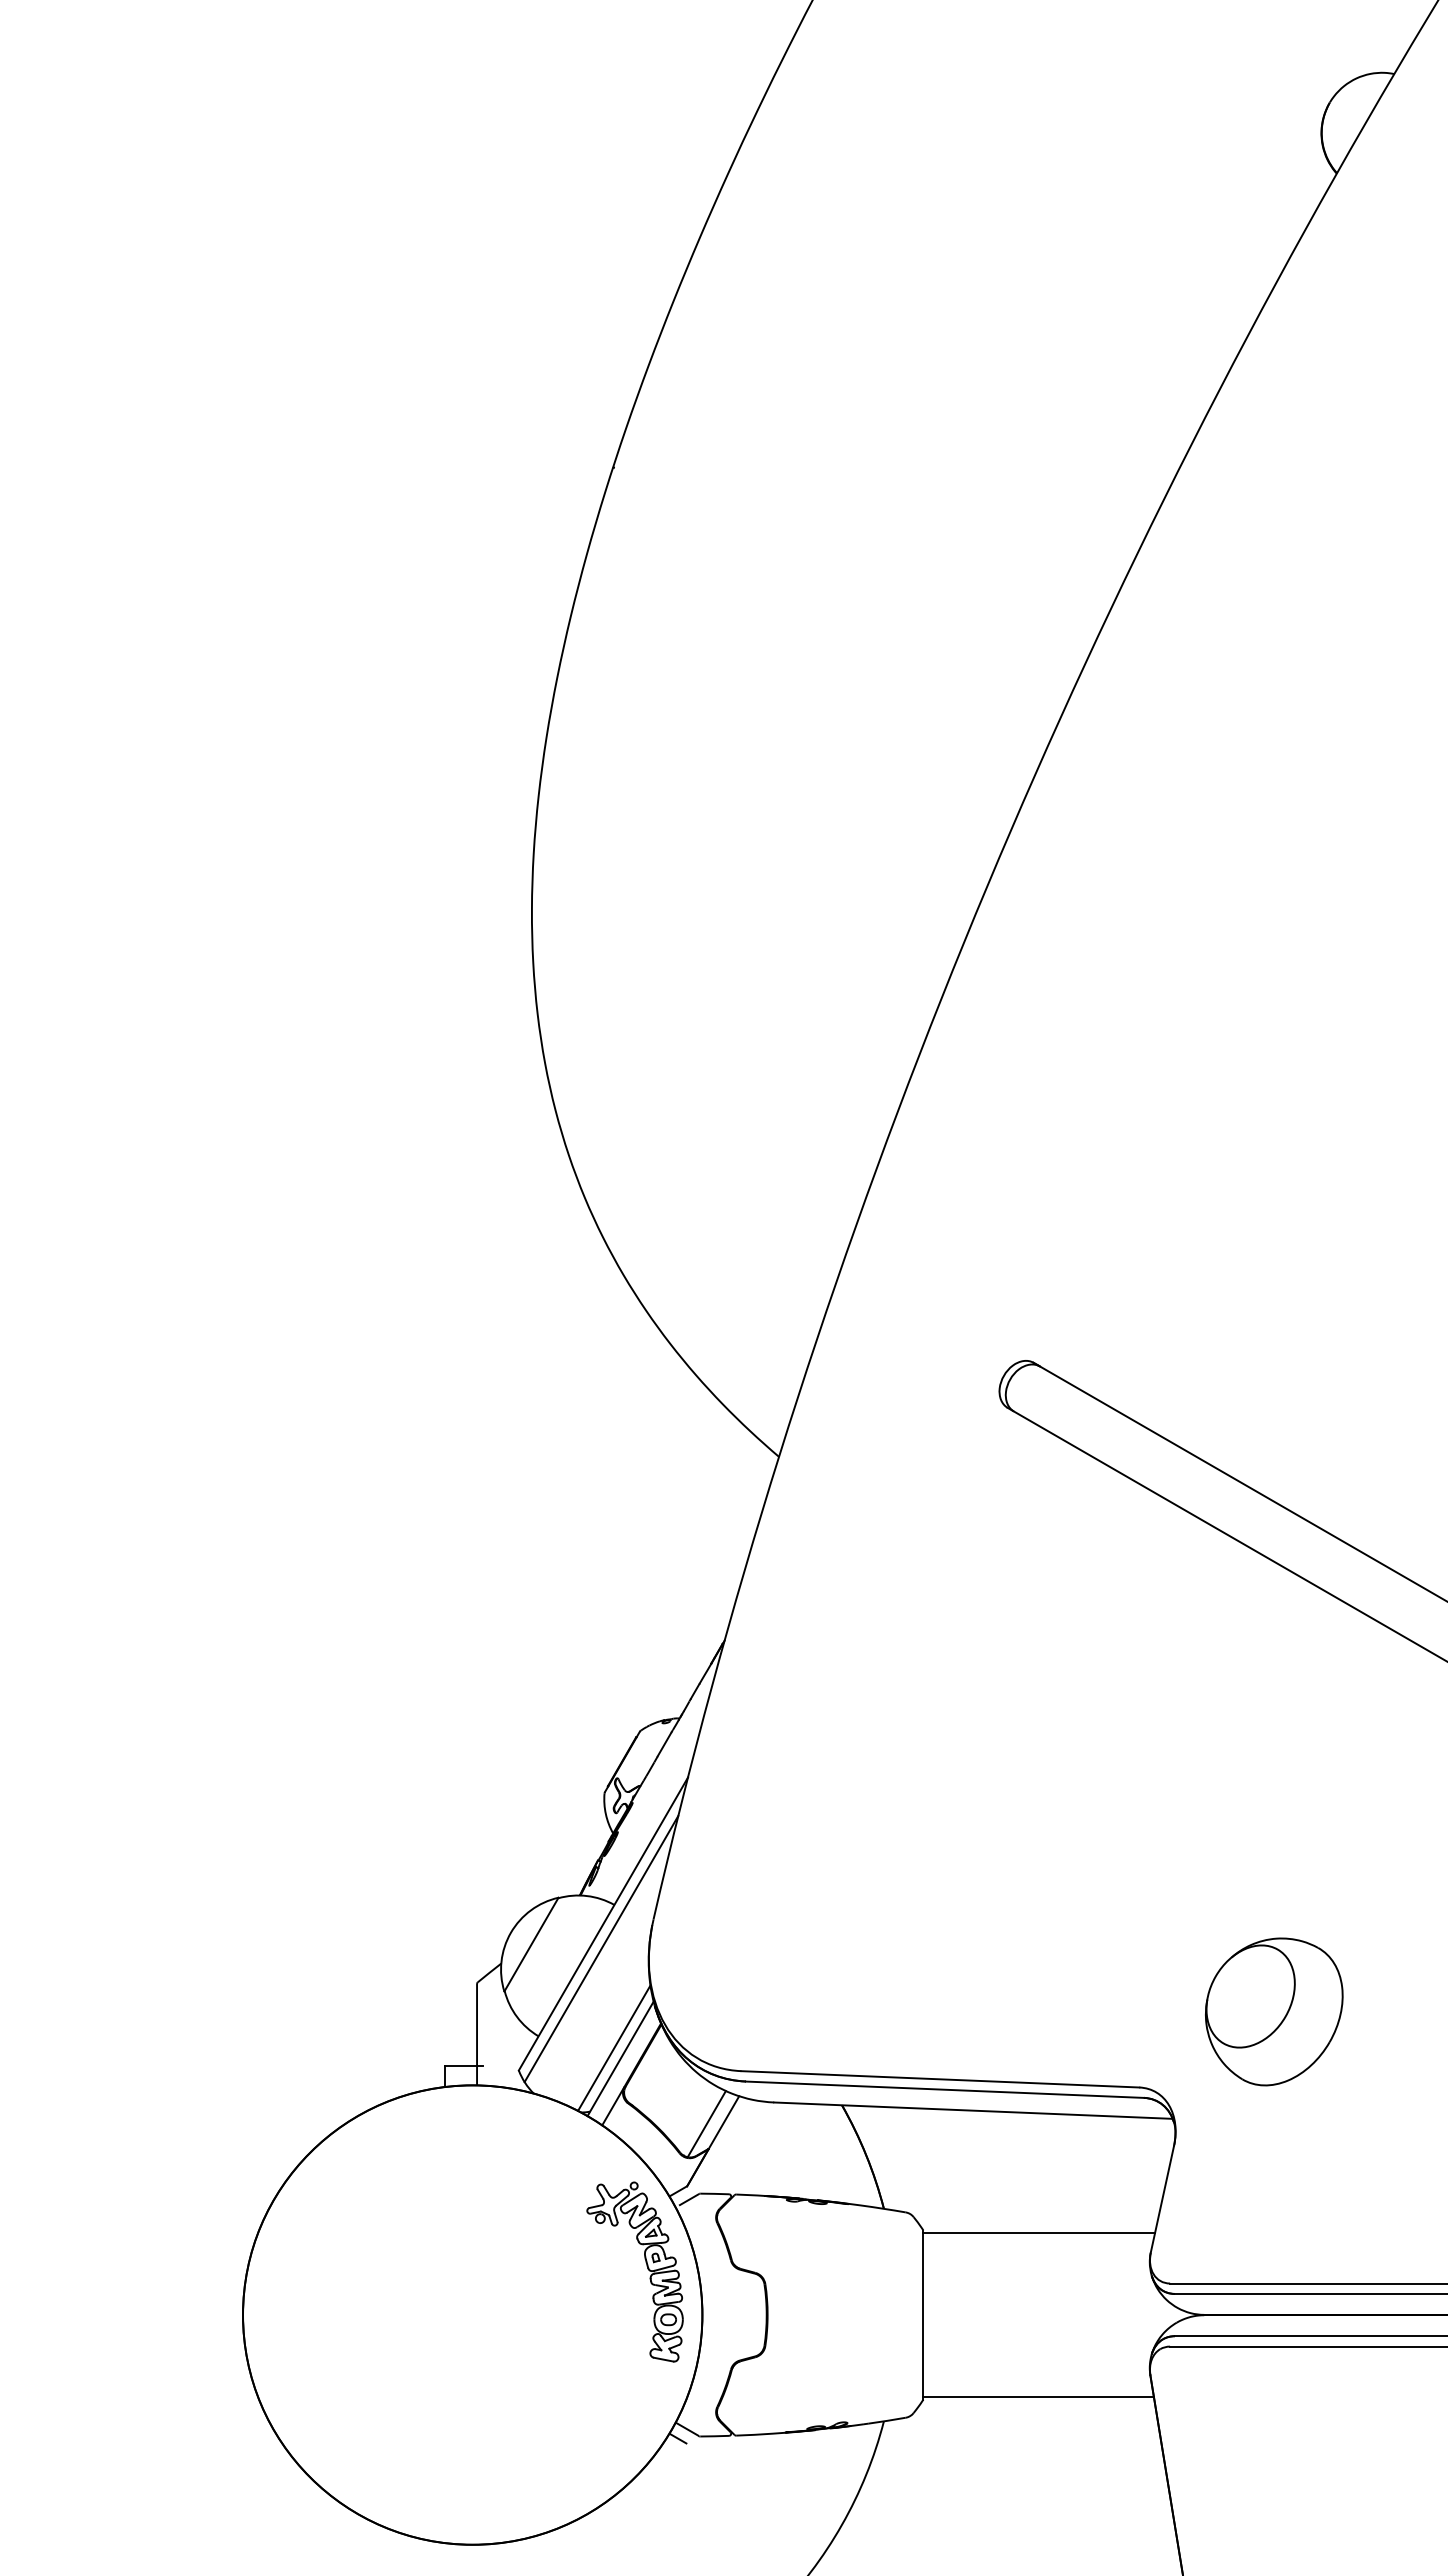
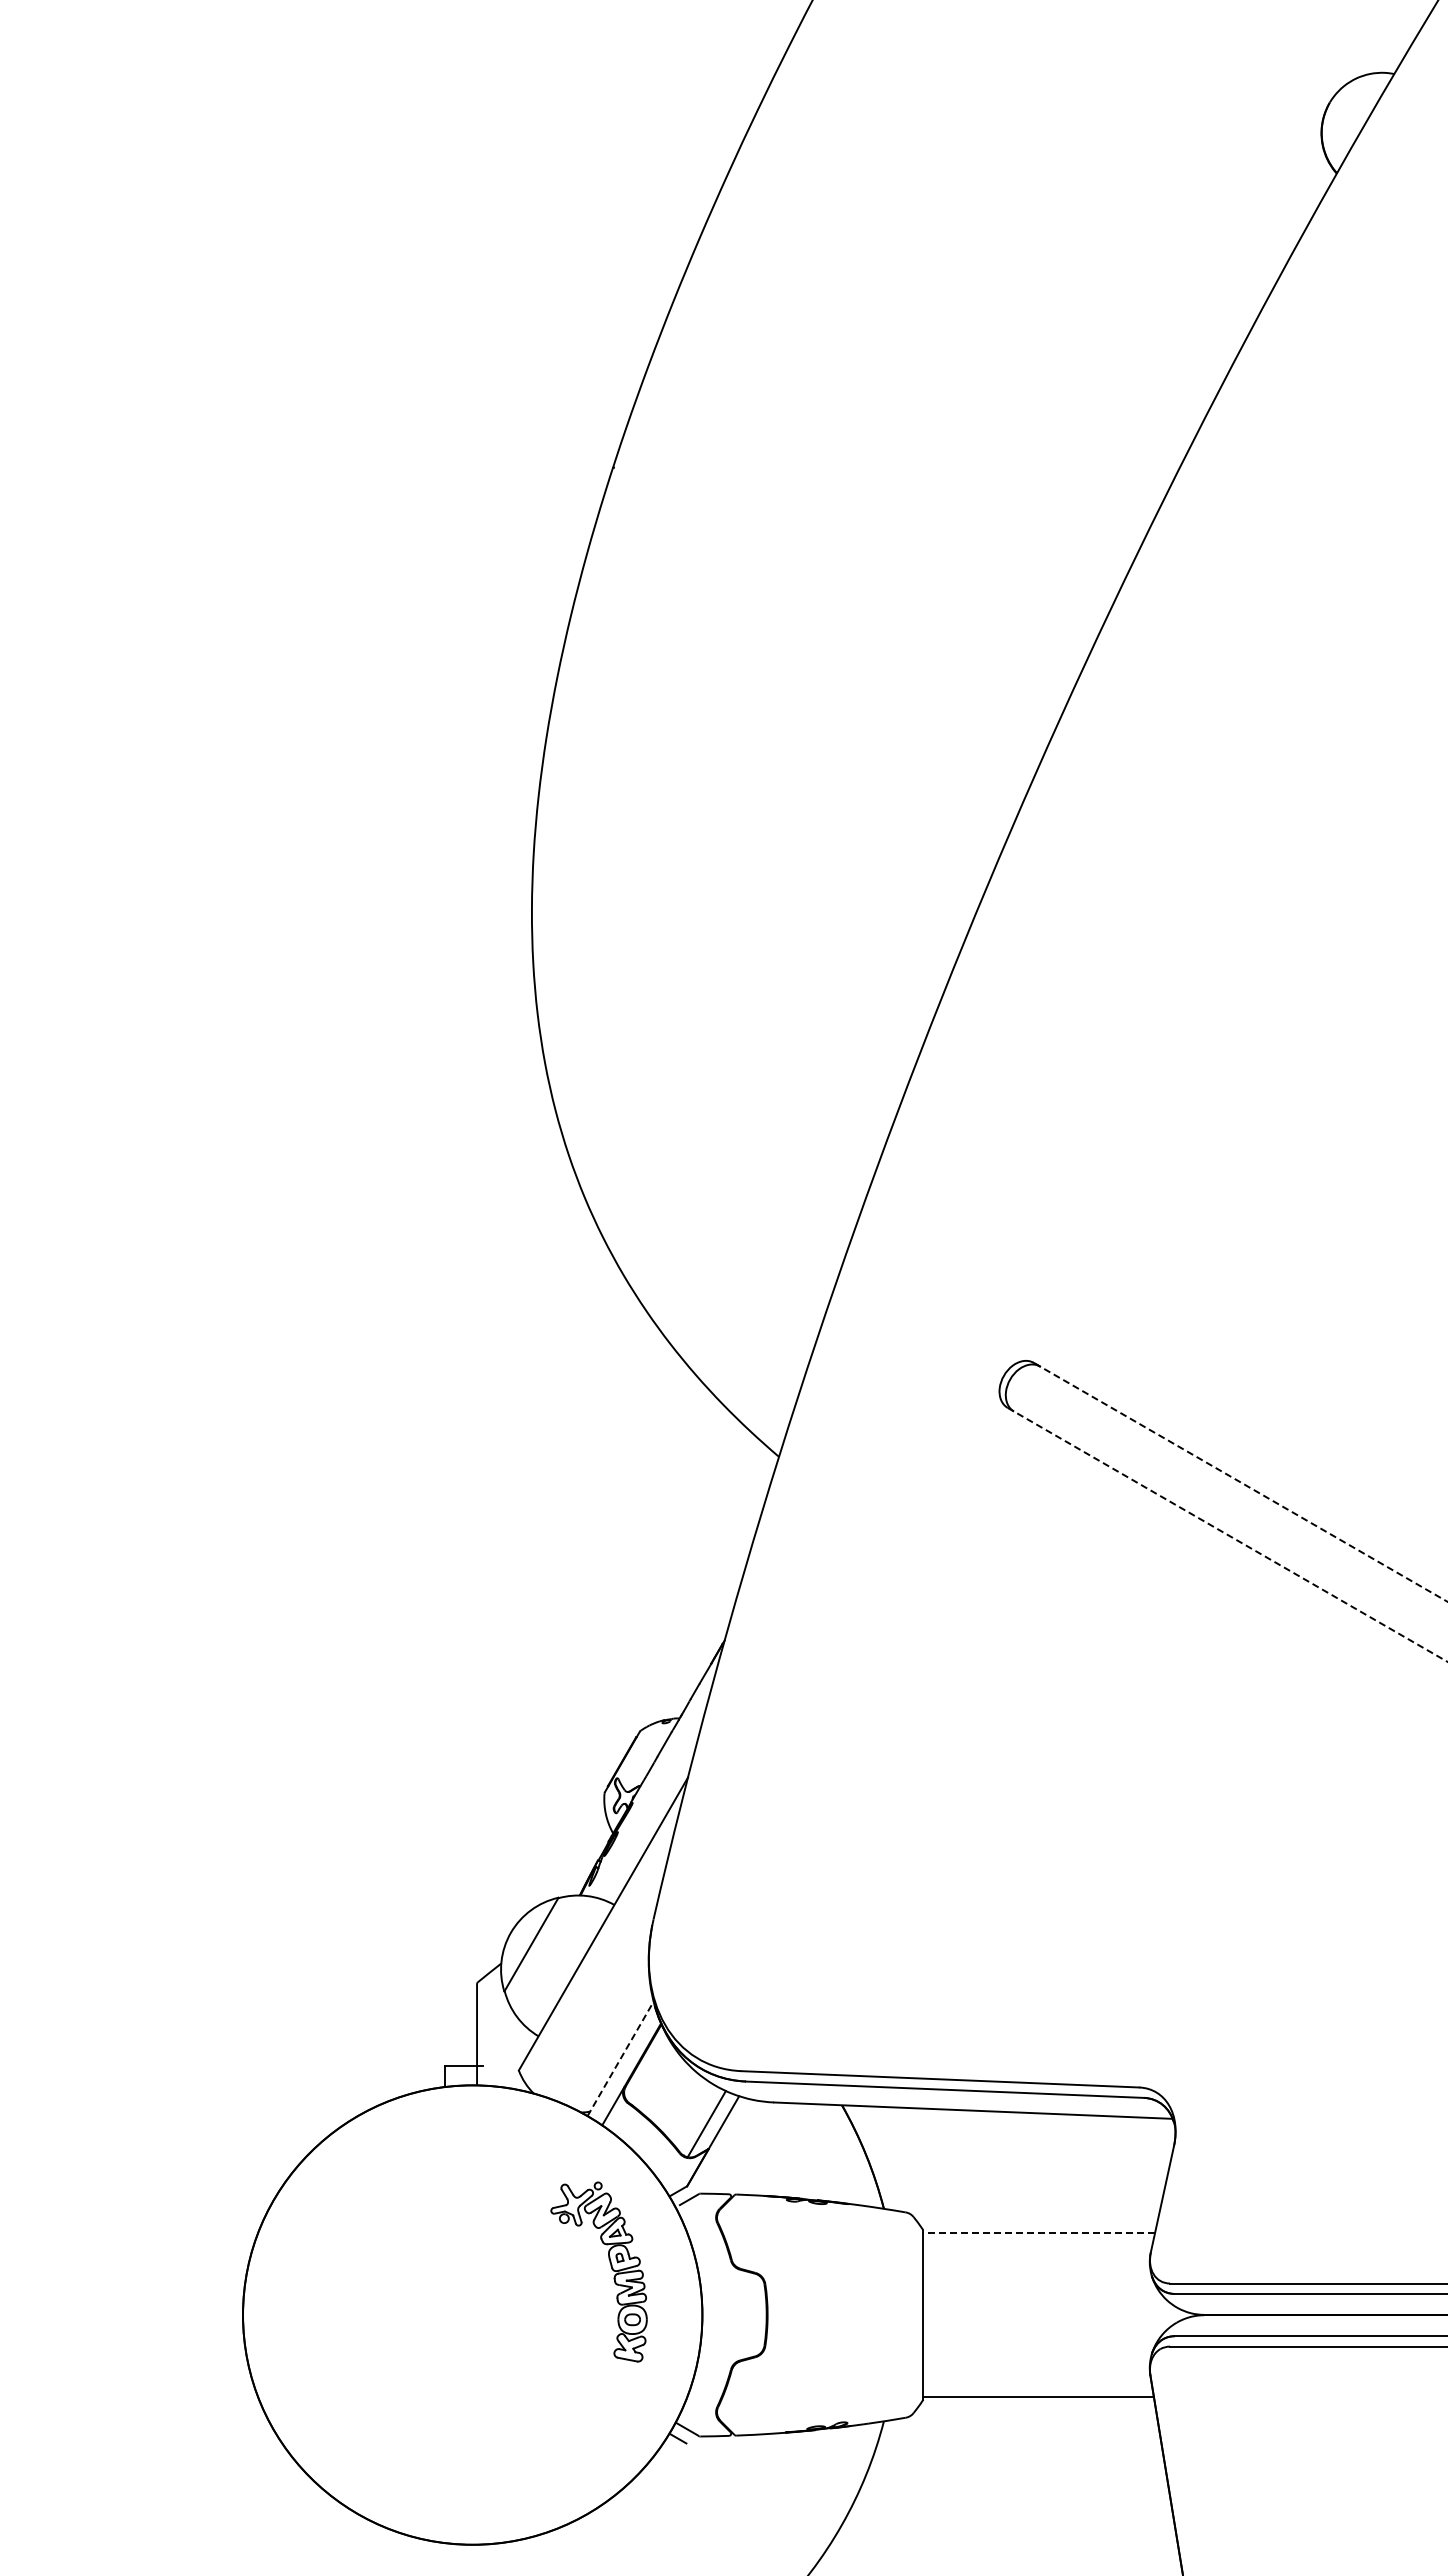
line at (1240, 1482): solid -> dashed
line at (1227, 1534): solid -> dashed
line at (601, 1948): present -> none
part at (1274, 2011): present -> none
line at (614, 2047): present -> none
line at (620, 2058): solid -> dashed
line at (1039, 2232): solid -> dashed
part at (646, 2266) position: (646, 2266) -> (610, 2266)
